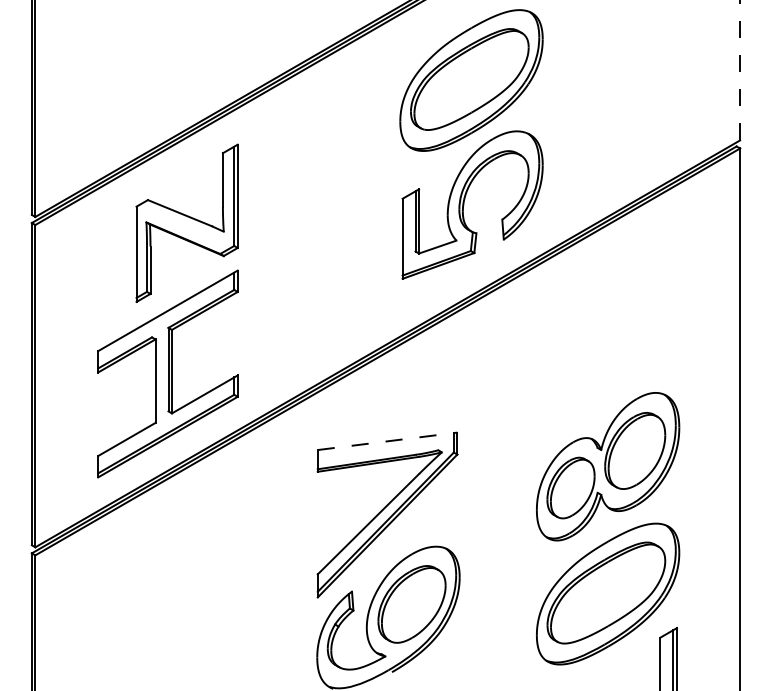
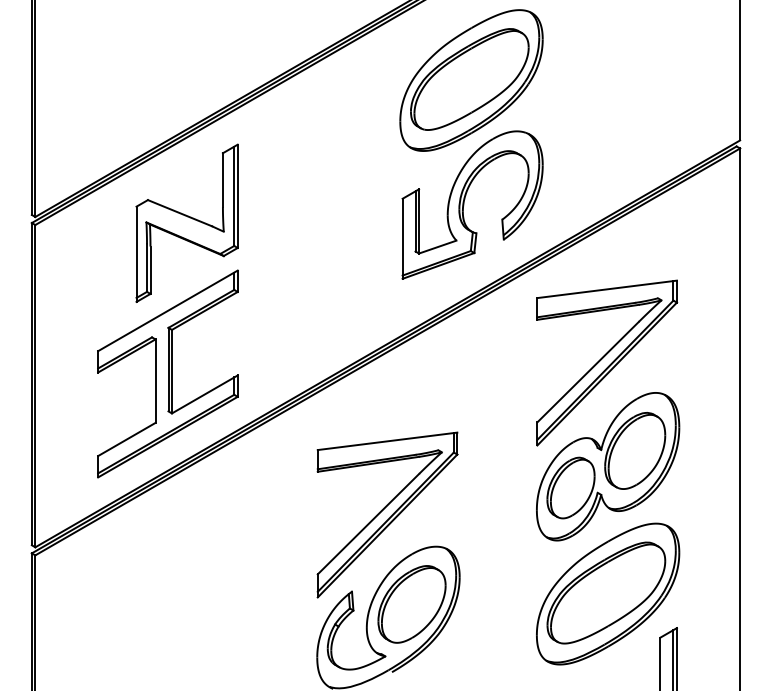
line at (740, 70): dashed -> solid
part at (607, 362): none -> present
line at (388, 441): dashed -> solid
